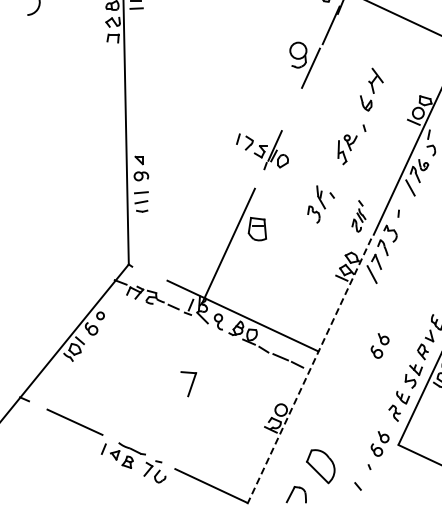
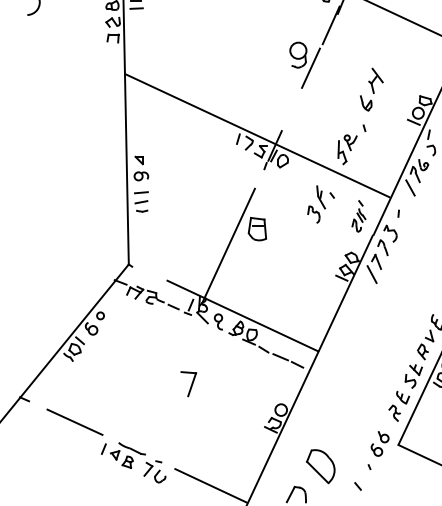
line at (257, 135): none -> present
part at (379, 345): present -> none
line at (309, 370): dashed -> solid
